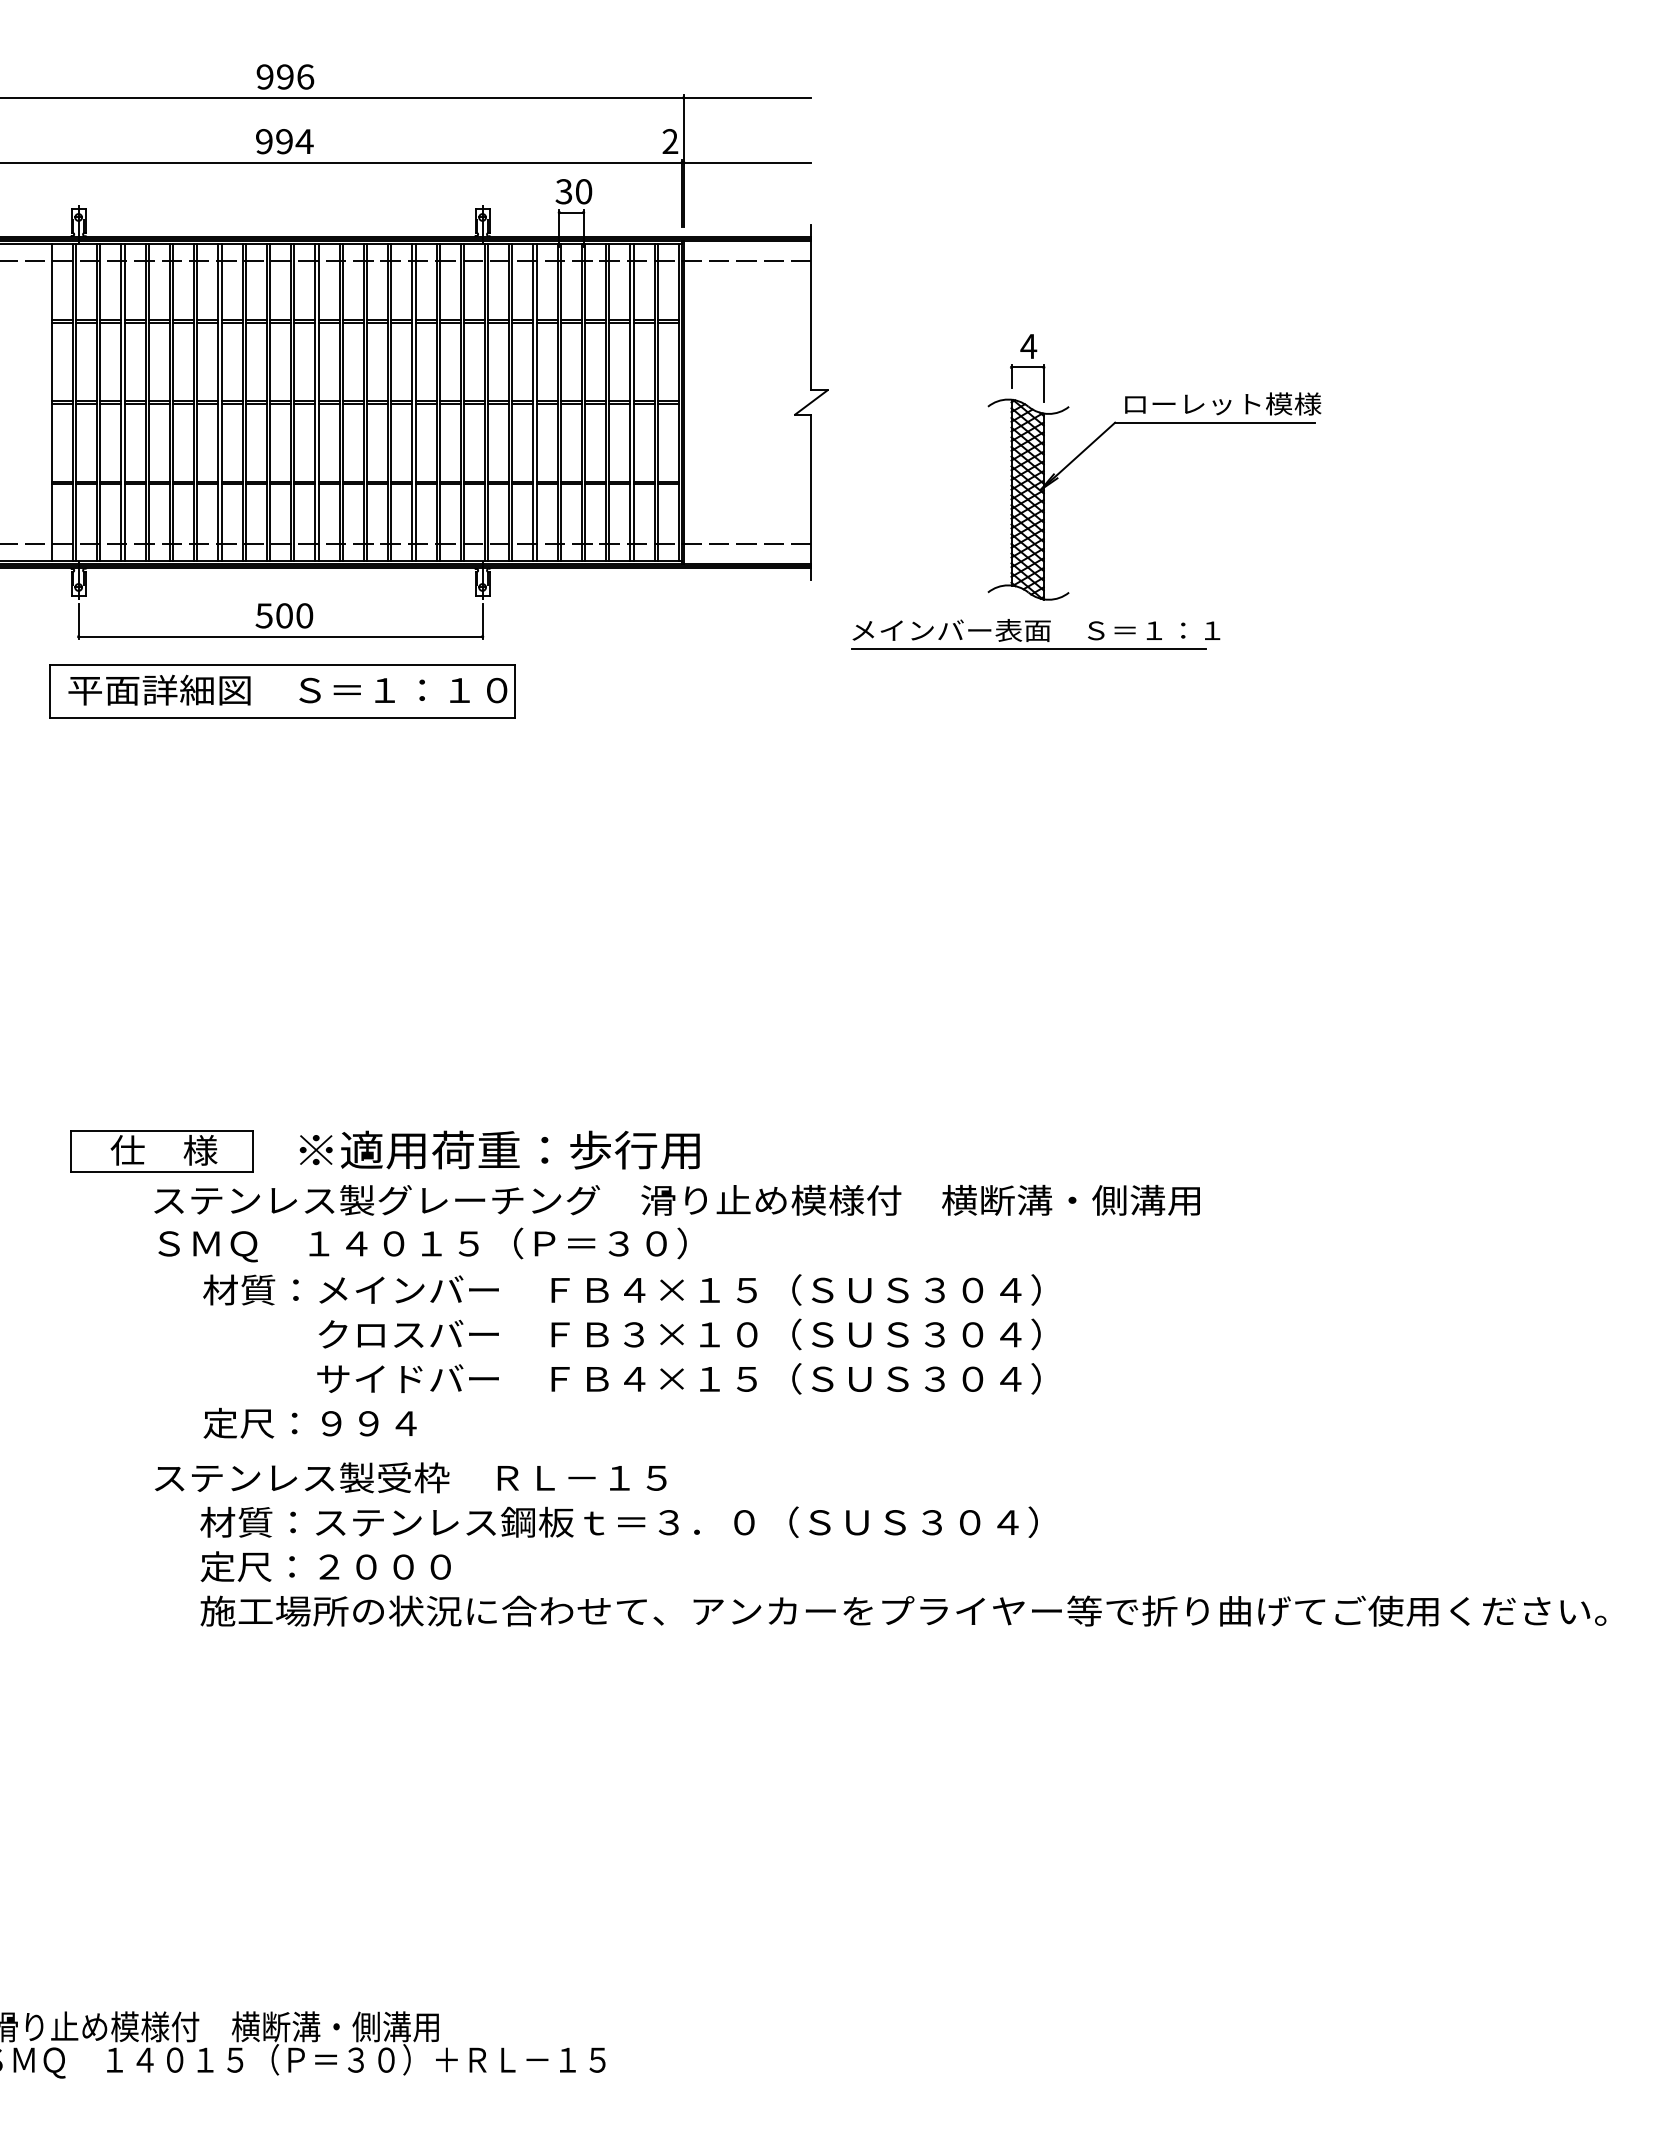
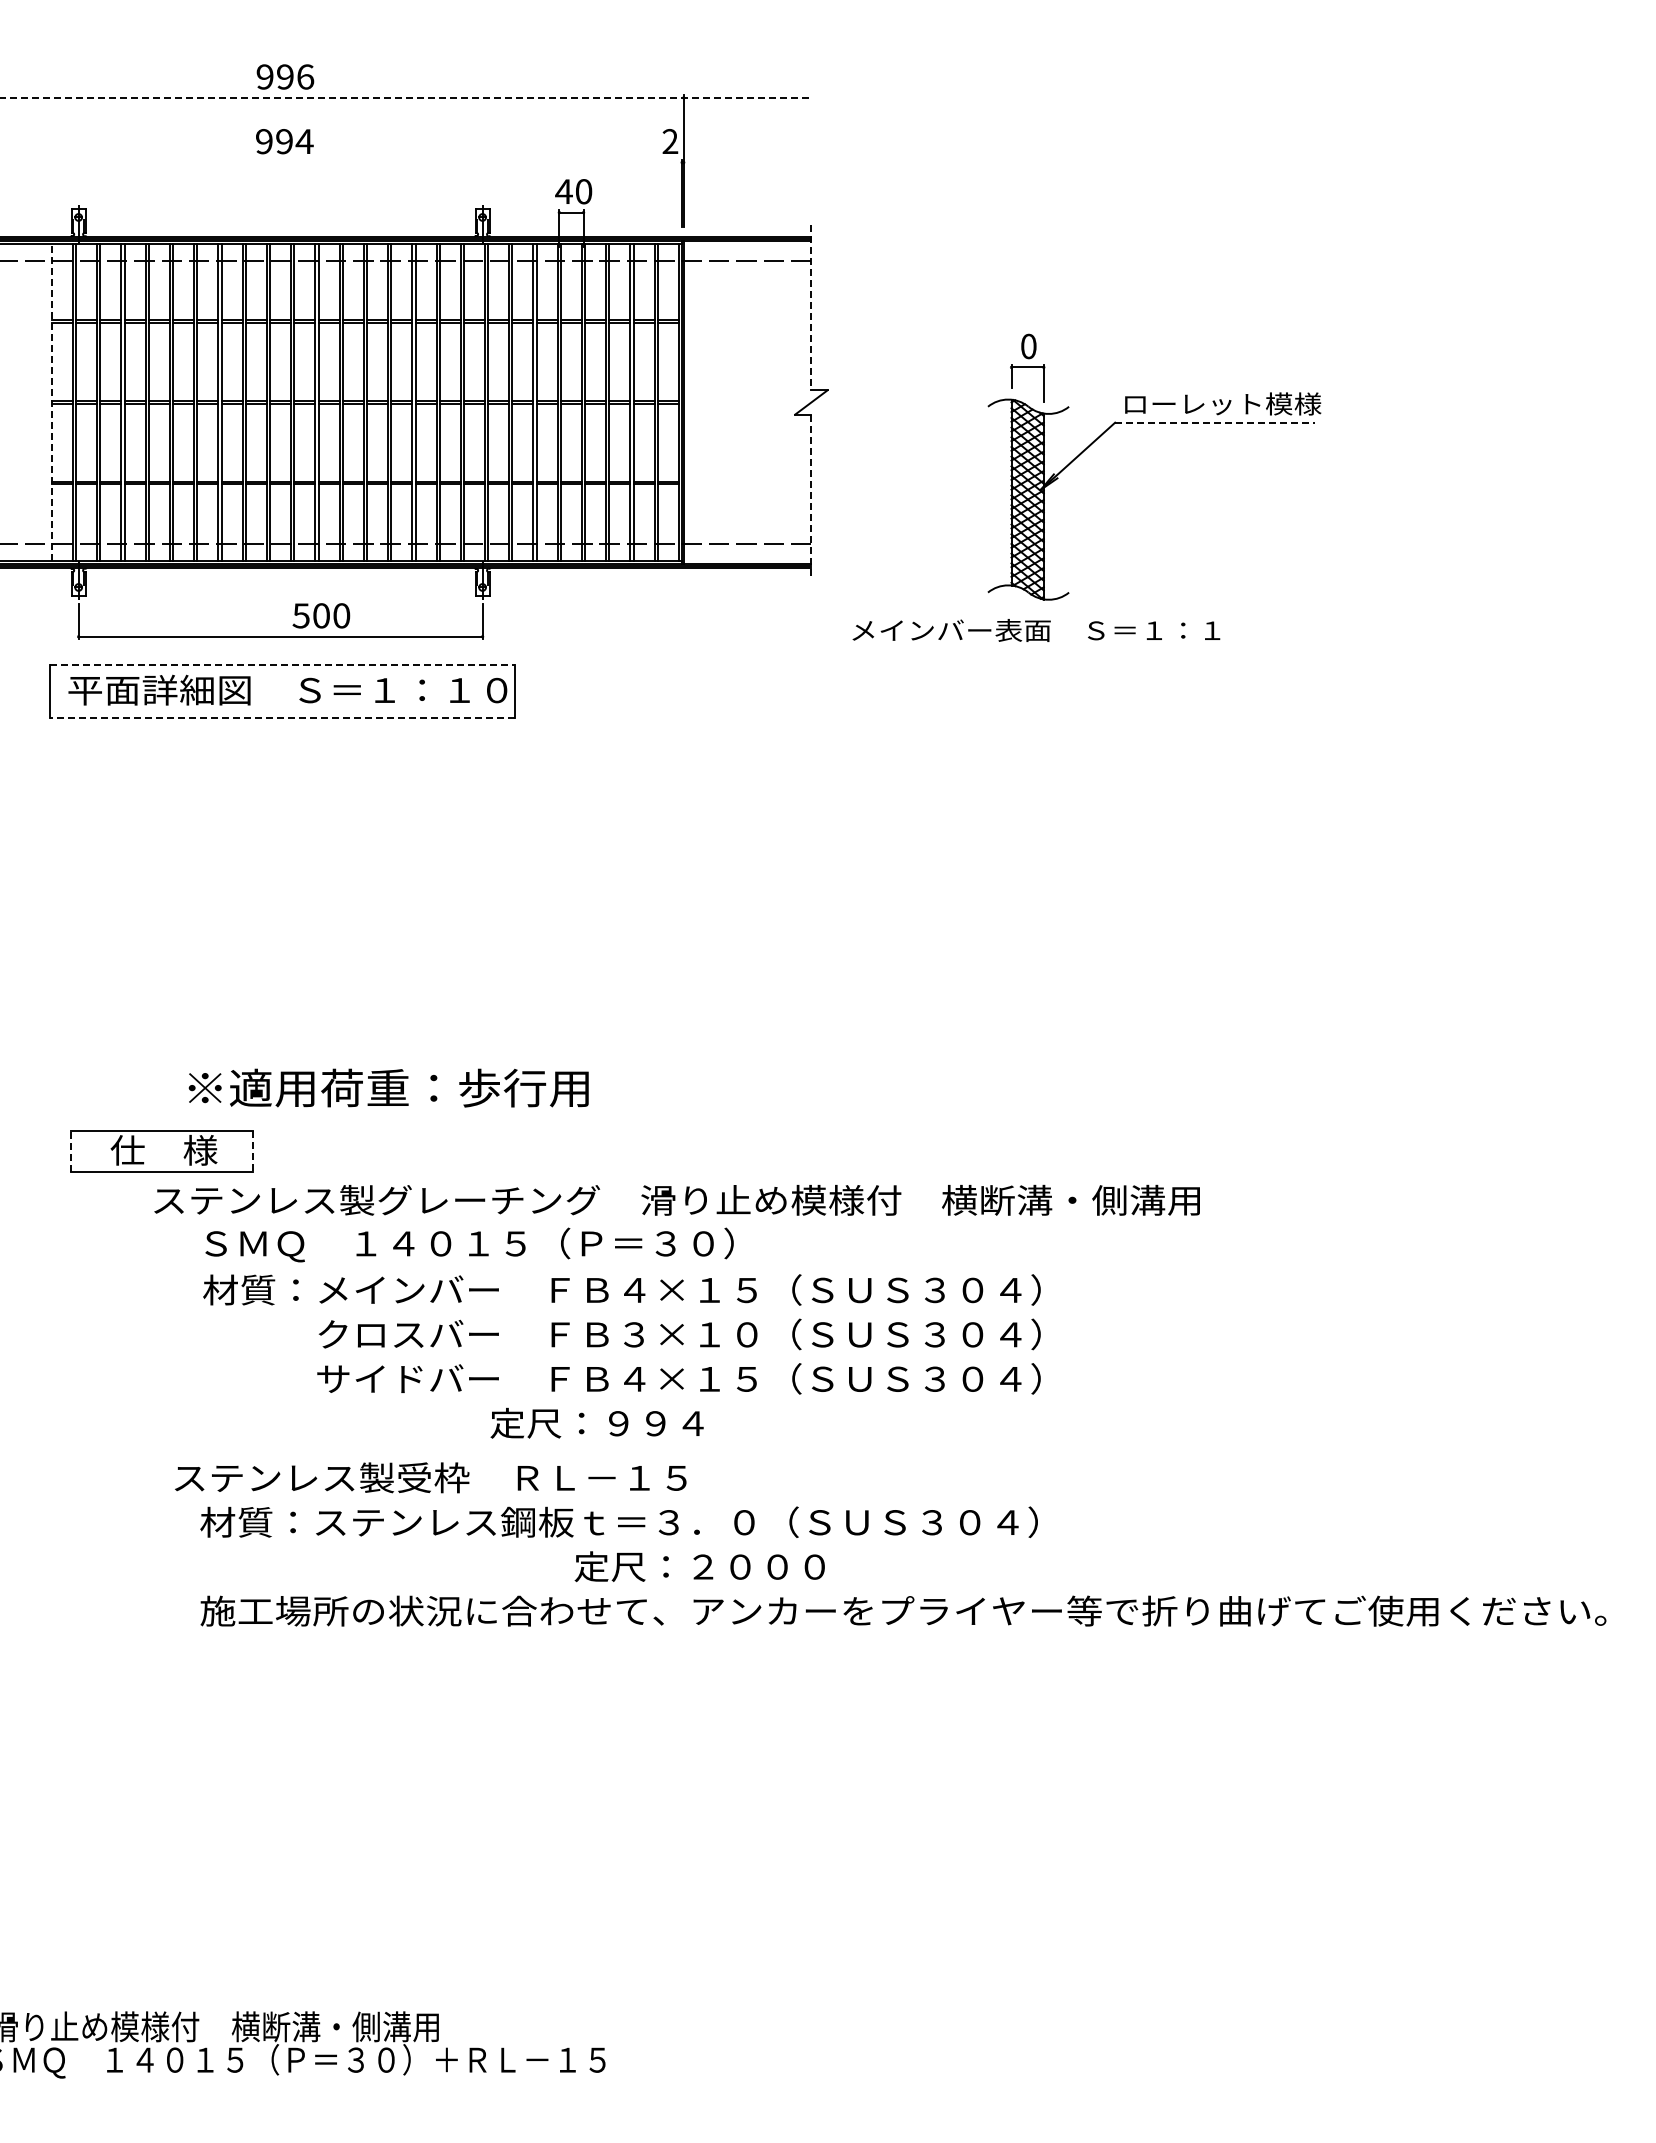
line at (406, 97): solid -> dashed
line at (406, 162): present -> none
text at (563, 191): 30 -> 40
line at (811, 307): solid -> dashed
text at (1028, 346): 4 -> 0
line at (51, 401): solid -> dashed
line at (1214, 422): solid -> dashed
line at (811, 497): solid -> dashed
text at (284, 615) position: (284, 615) -> (321, 615)
line at (1028, 648): present -> none
line at (283, 665): solid -> dashed
line at (282, 717): solid -> dashed
text at (499, 1149) position: (499, 1149) -> (388, 1087)
line at (71, 1150): solid -> dashed
line at (252, 1151): solid -> dashed
text at (422, 1244) position: (422, 1244) -> (469, 1244)
text at (309, 1422) position: (309, 1422) -> (596, 1422)
text at (410, 1477) position: (410, 1477) -> (430, 1477)
text at (325, 1566) position: (325, 1566) -> (699, 1566)
